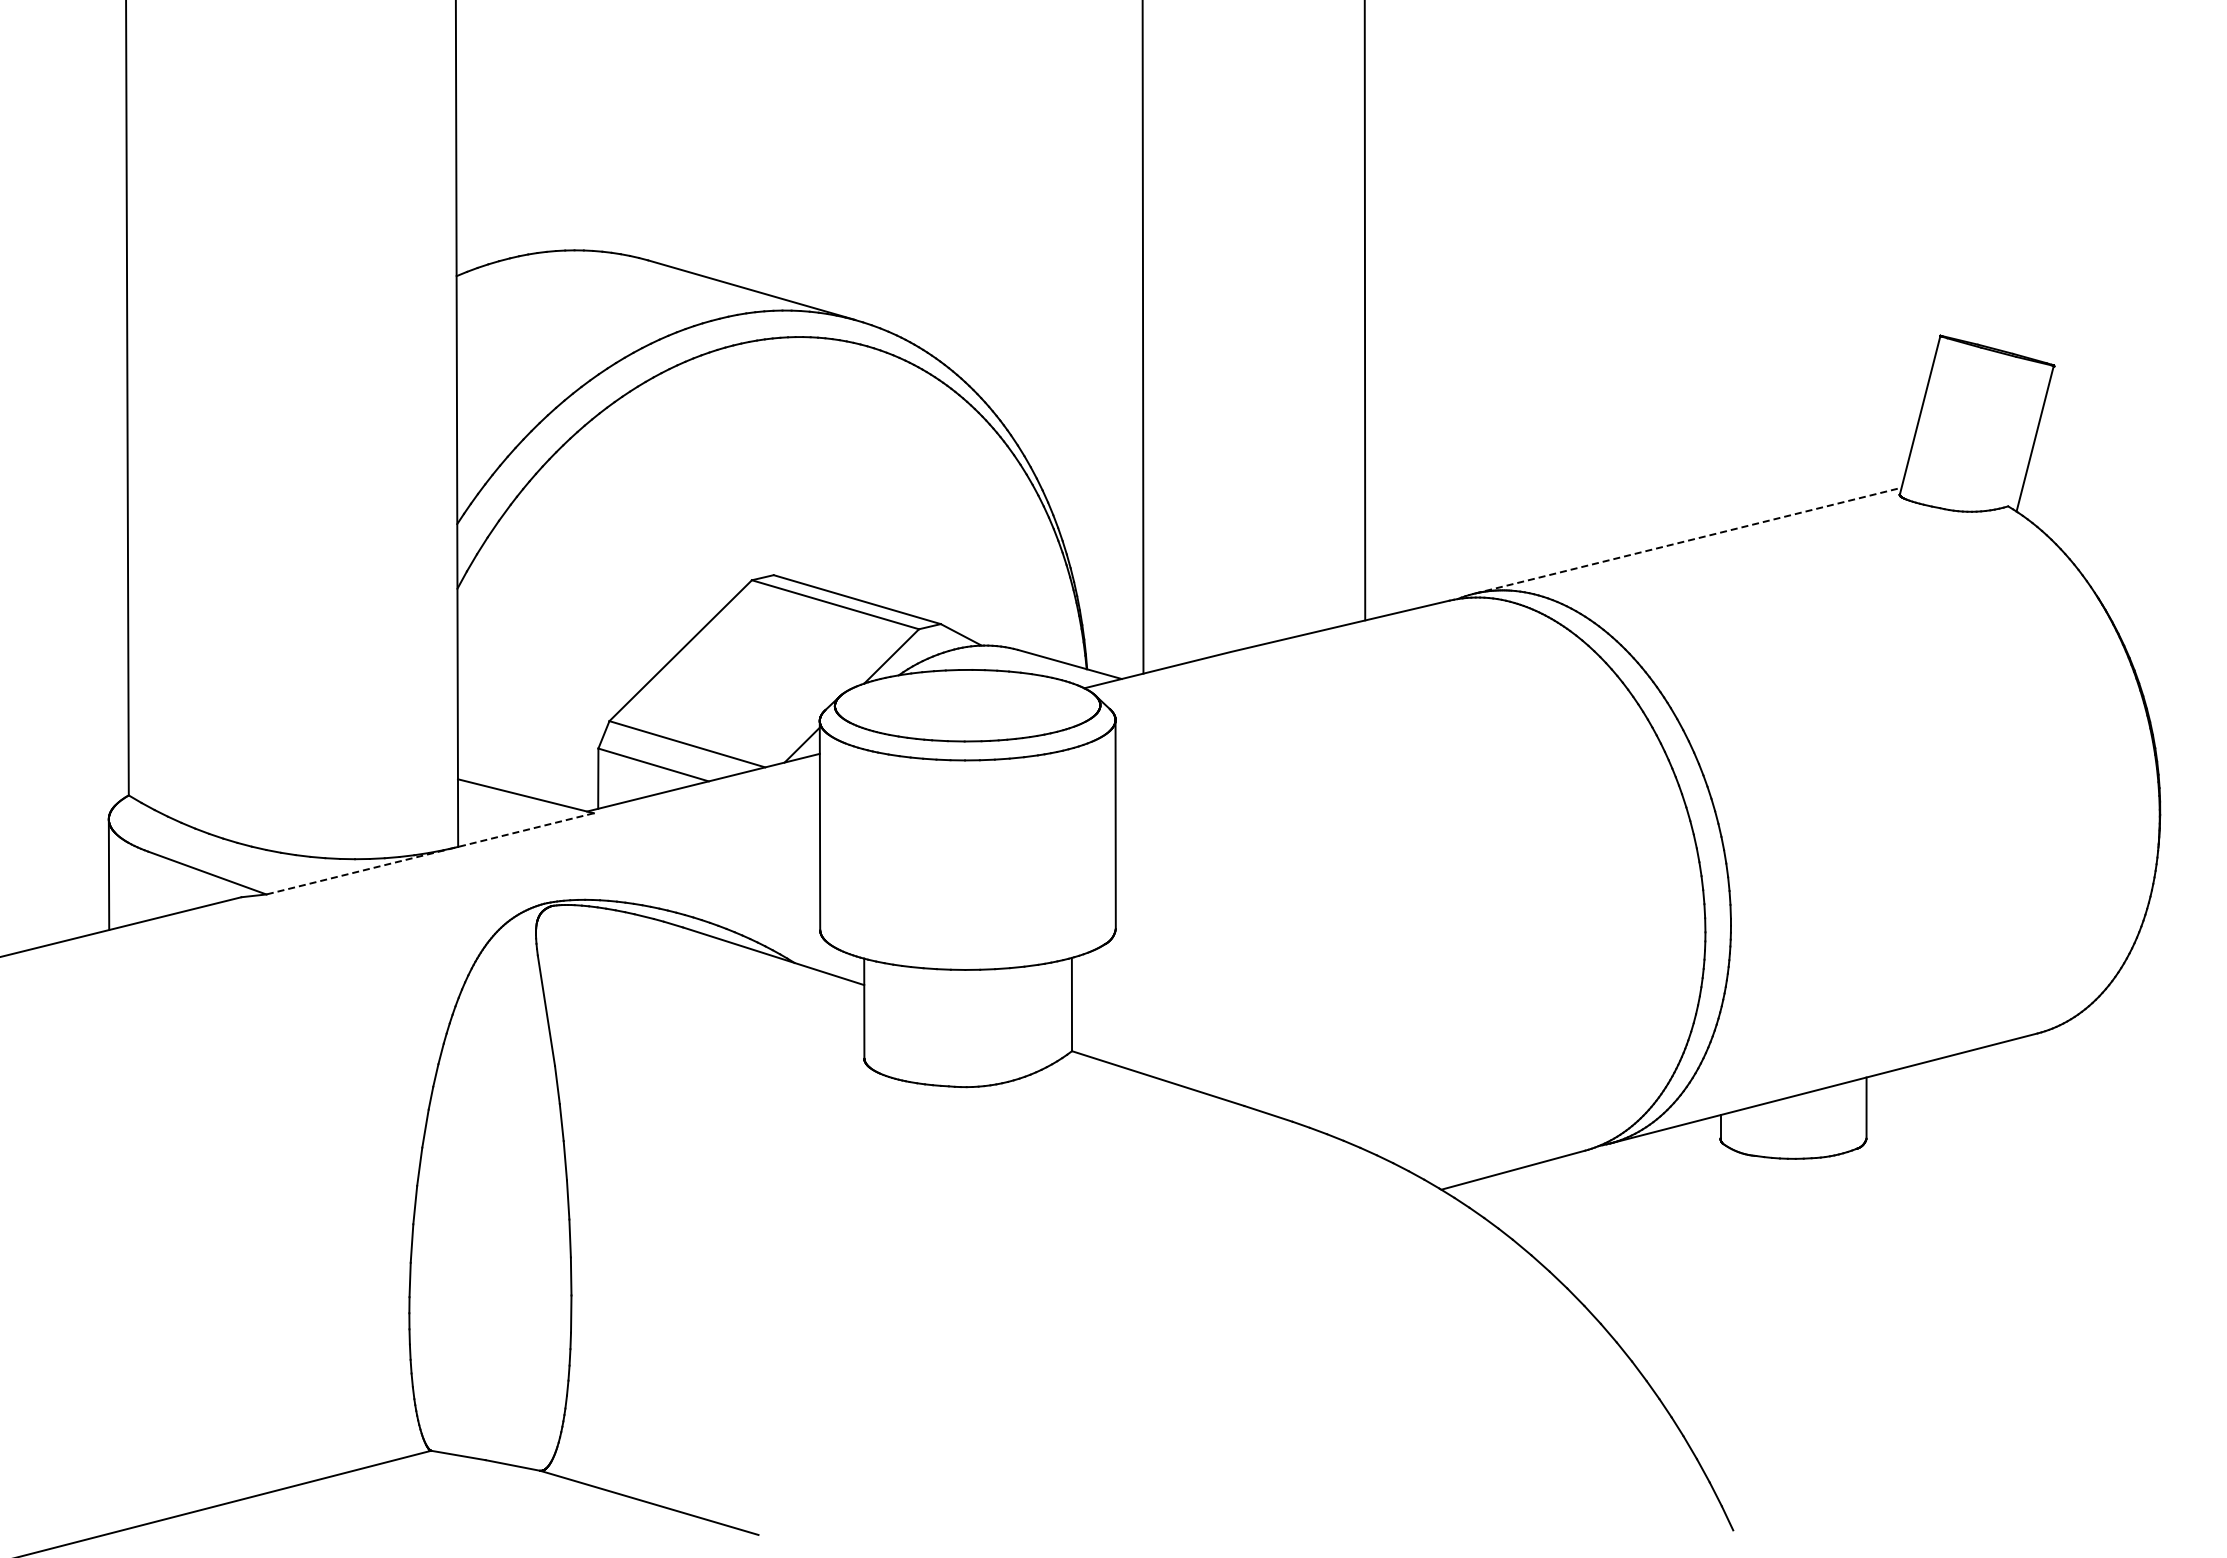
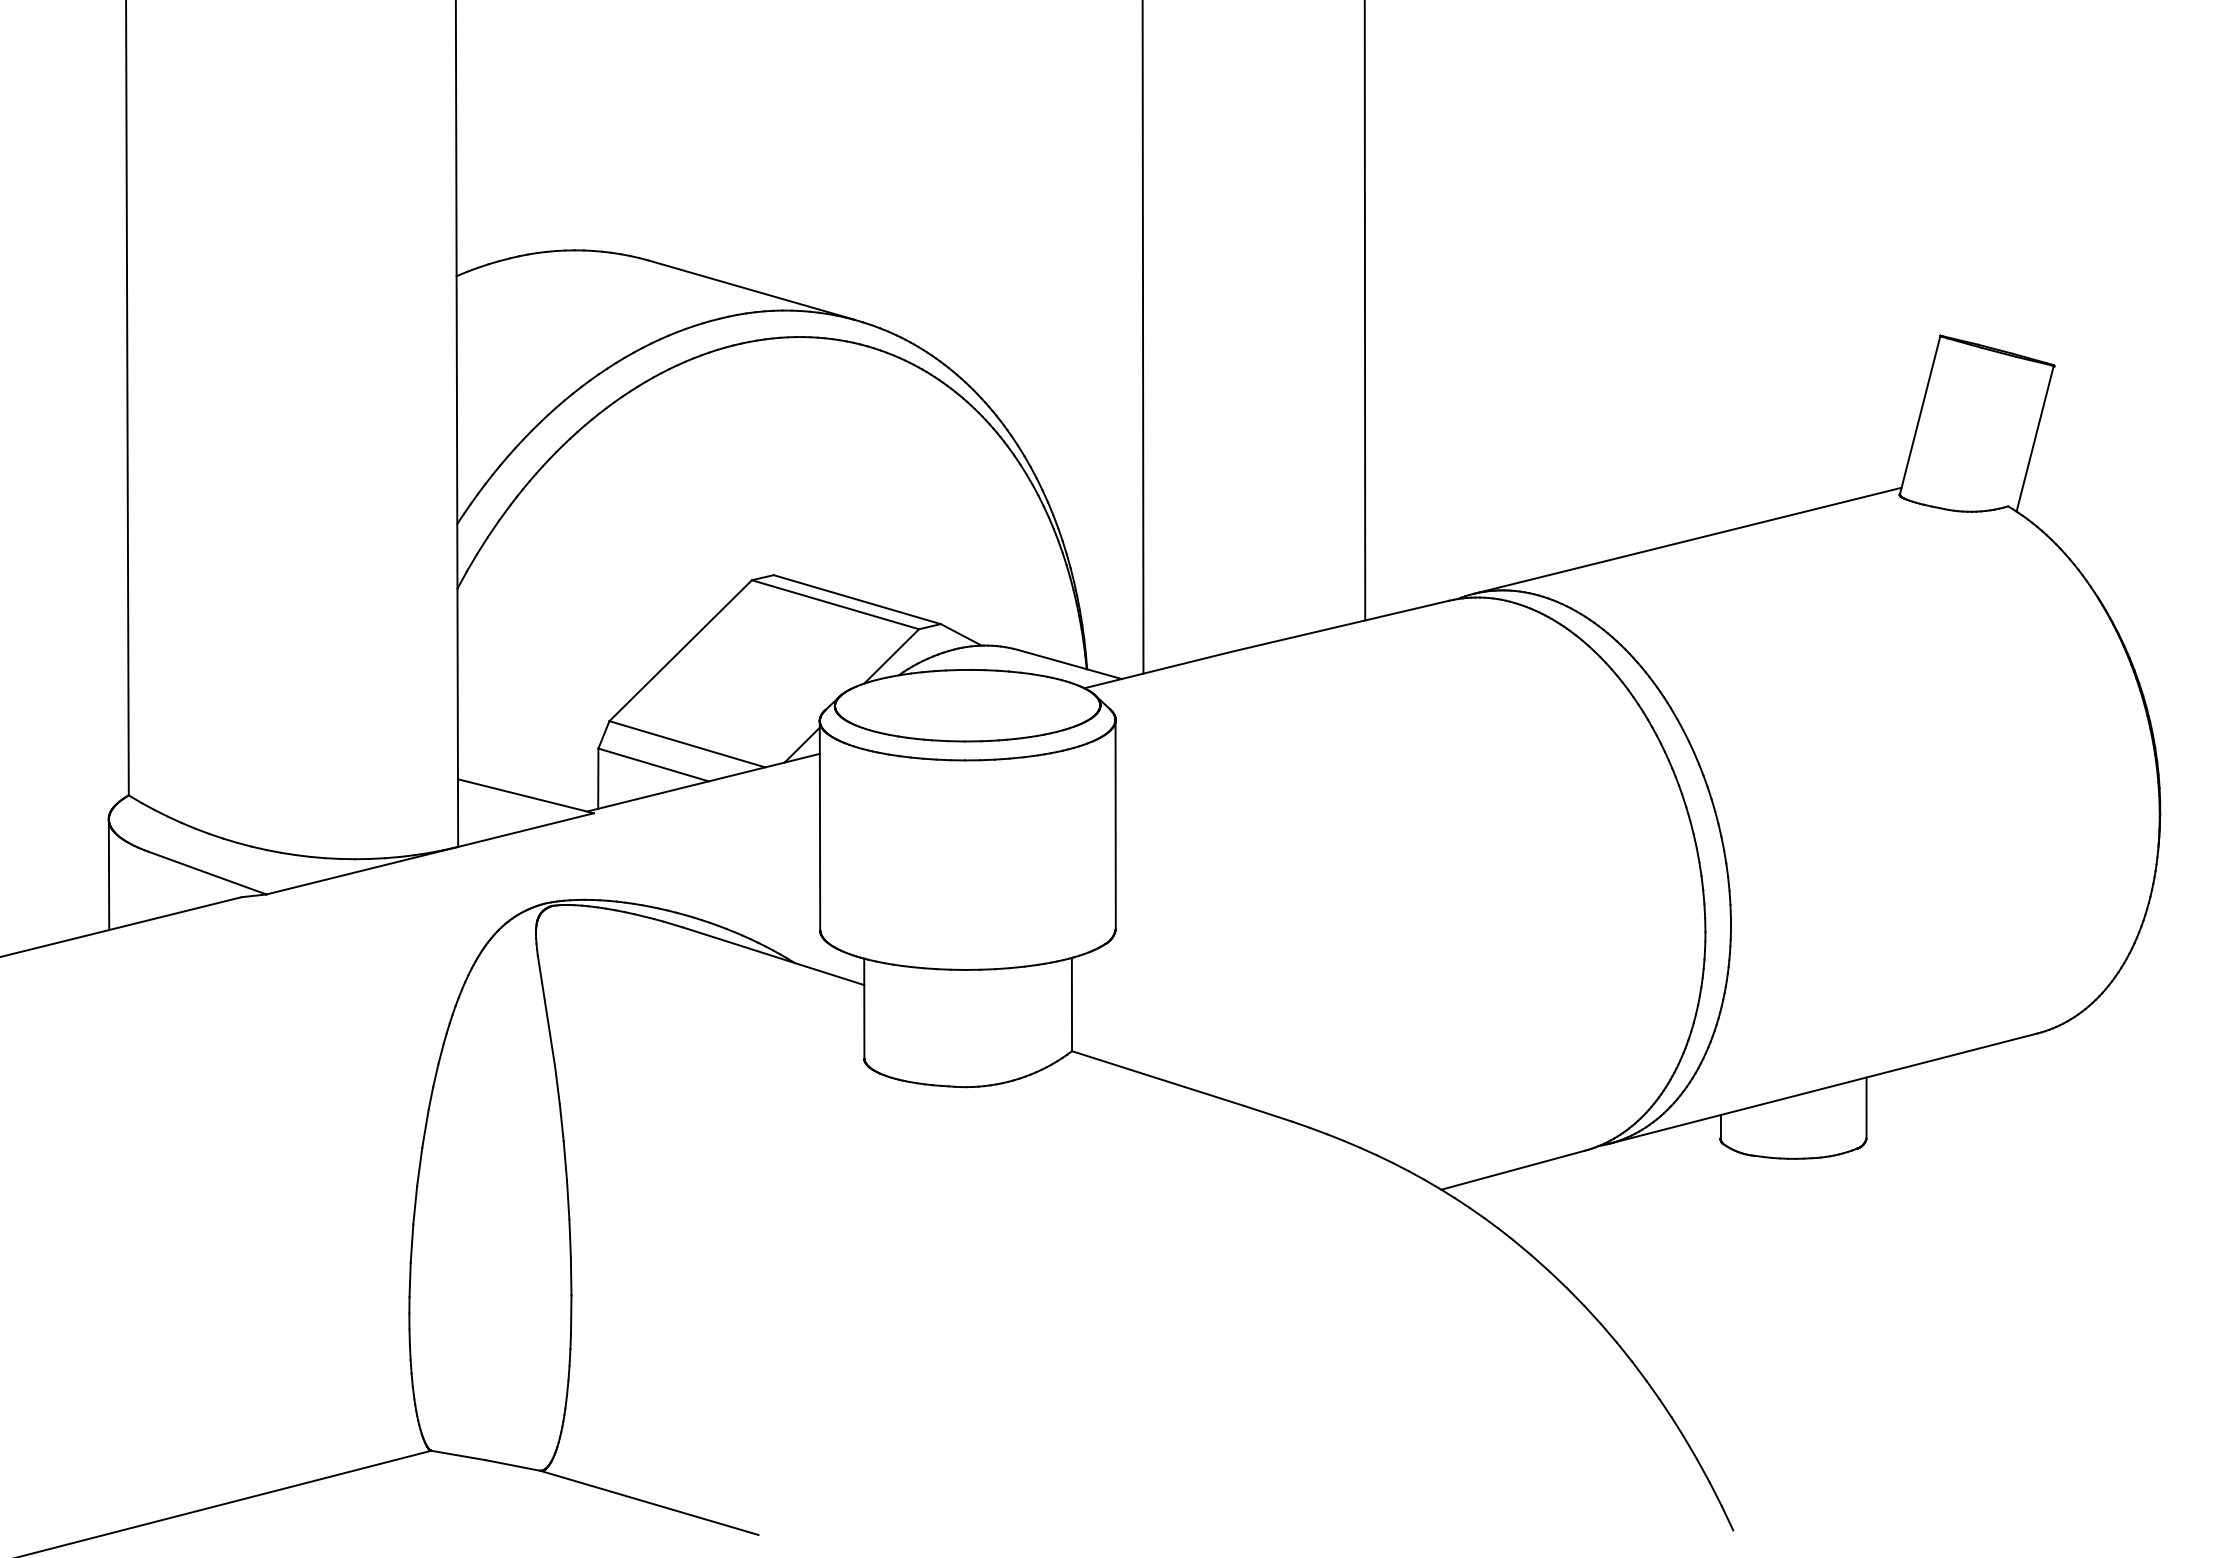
line at (1688, 540): dashed -> solid
line at (430, 853): dashed -> solid
